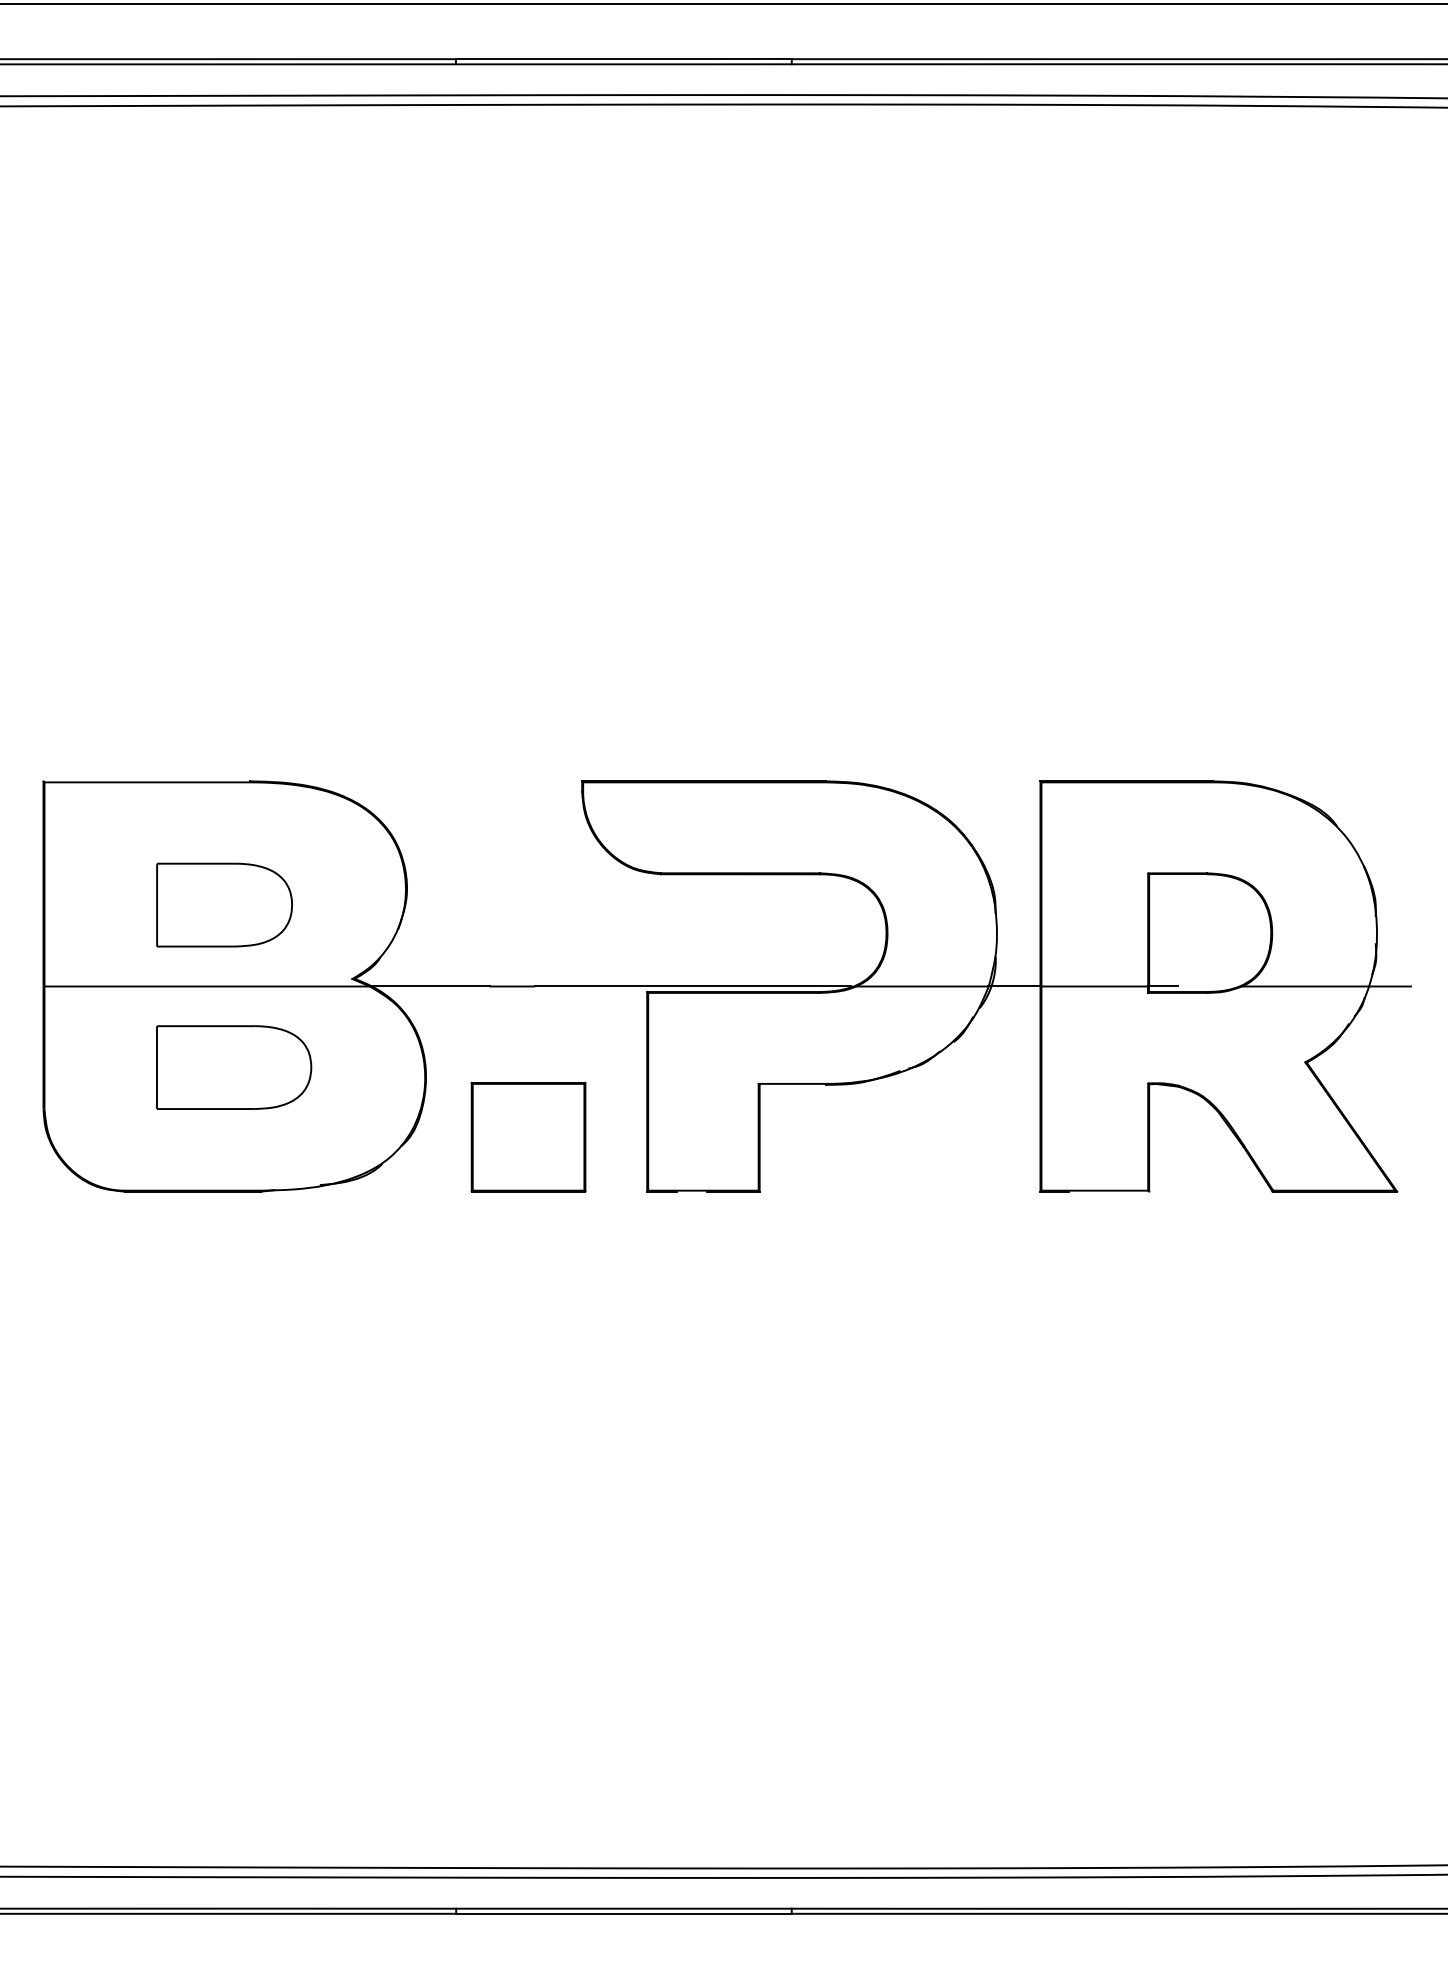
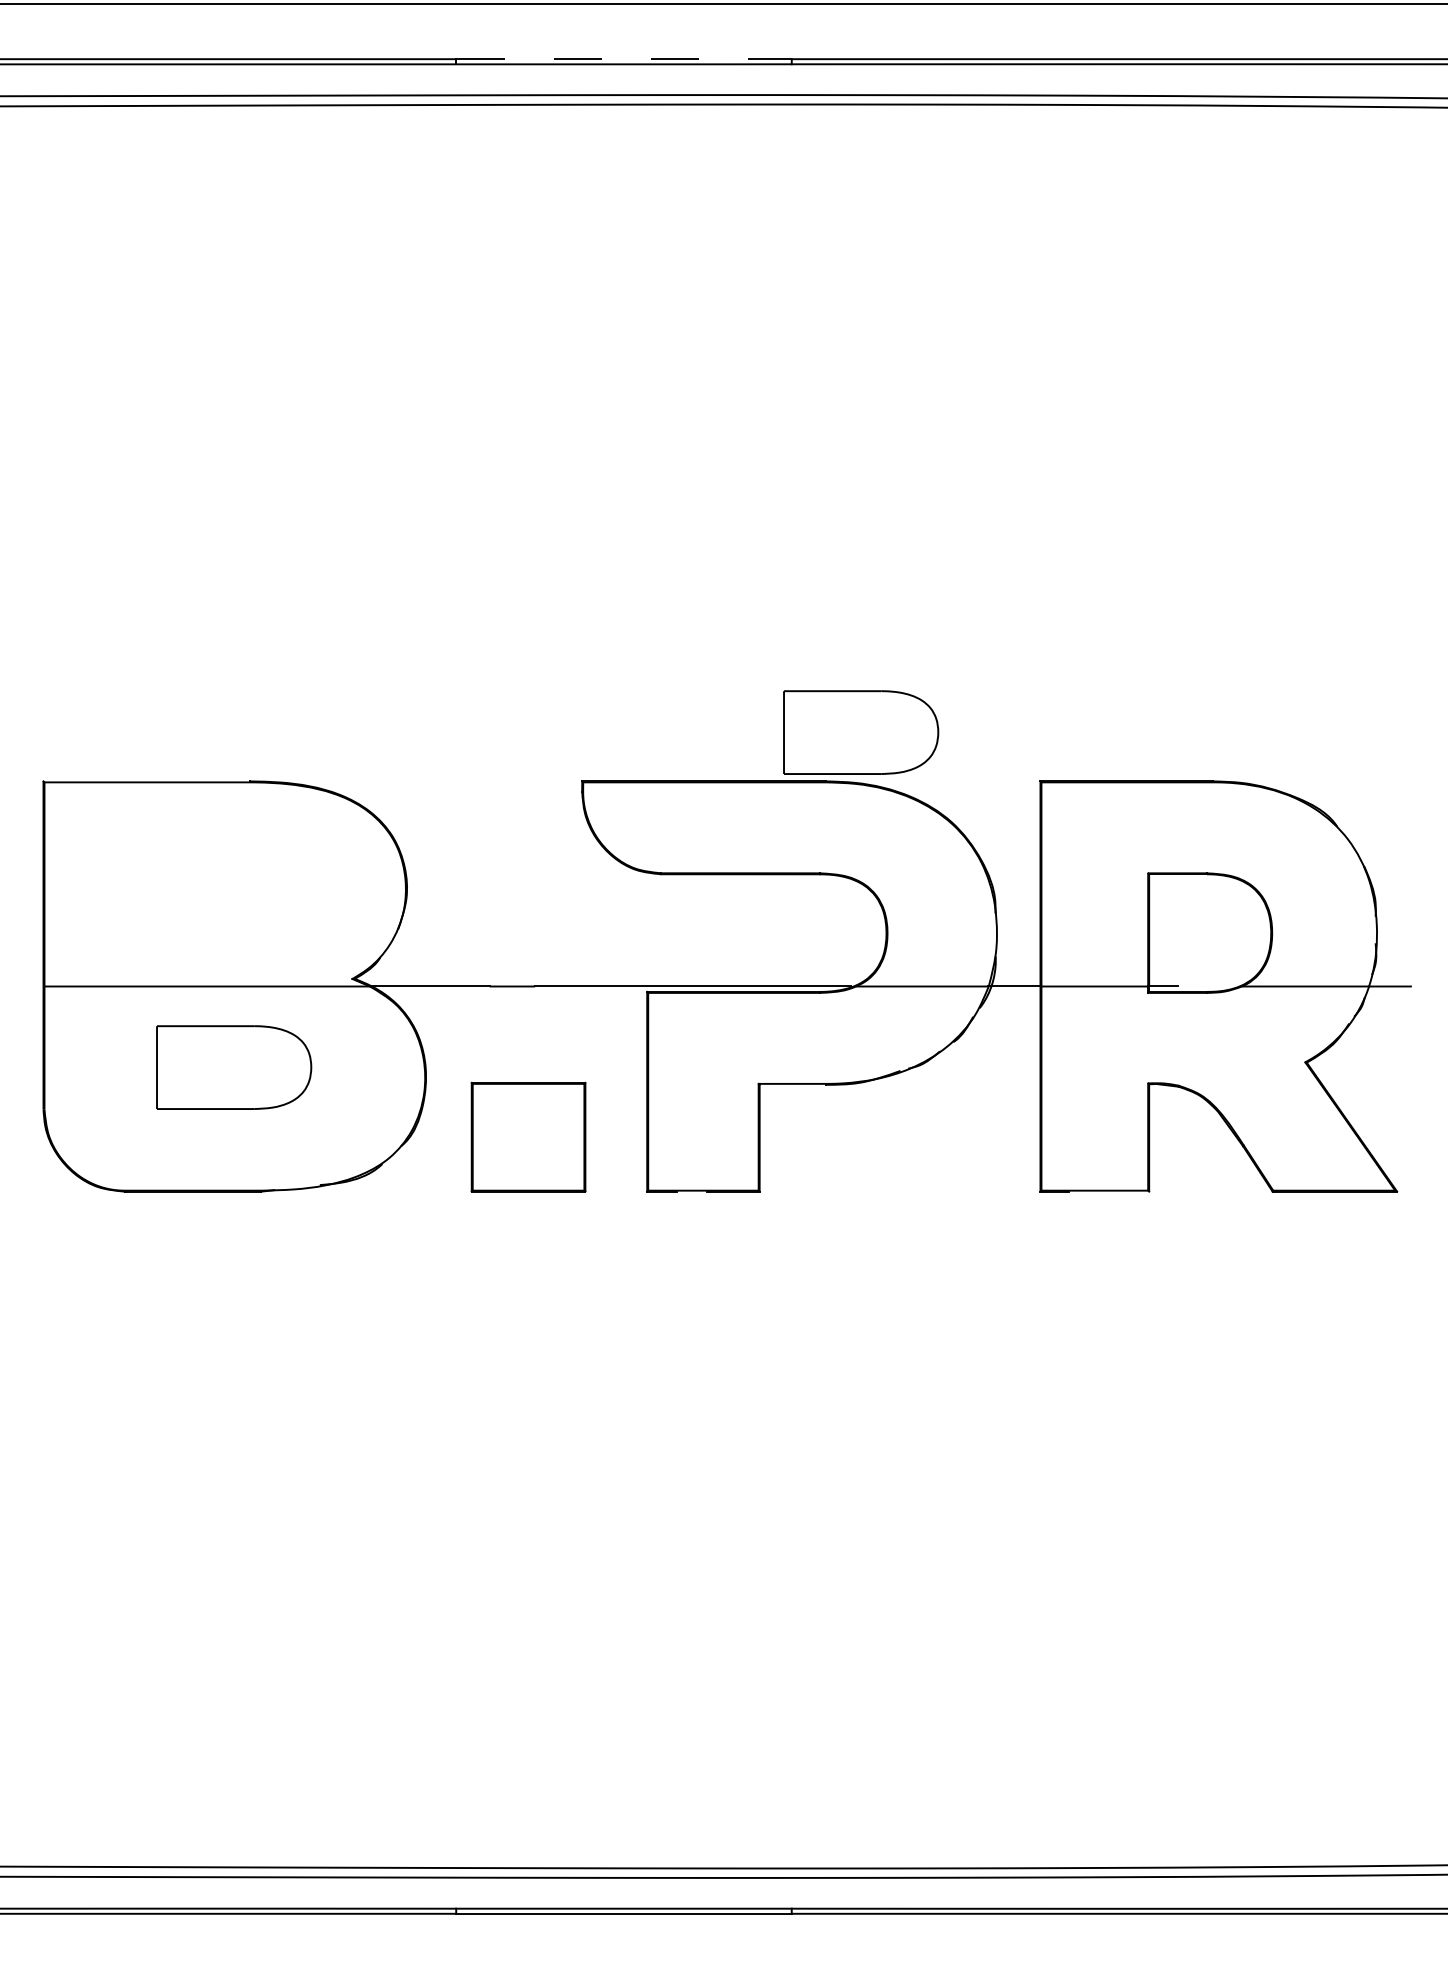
line at (624, 59): solid -> dashed
part at (861, 732): none -> present
part at (224, 904): present -> none
